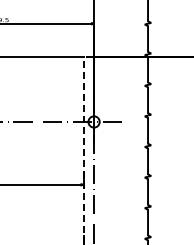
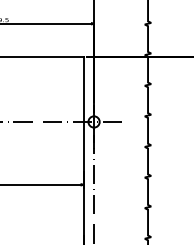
line at (83, 150): dashed -> solid
